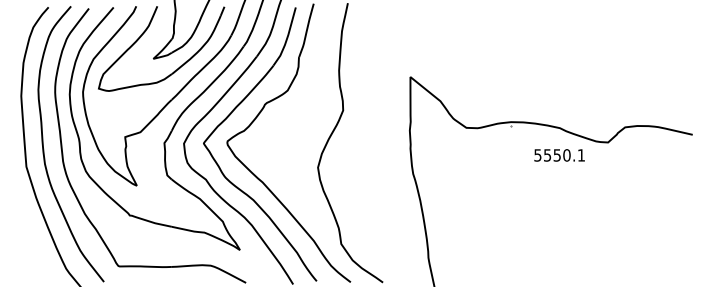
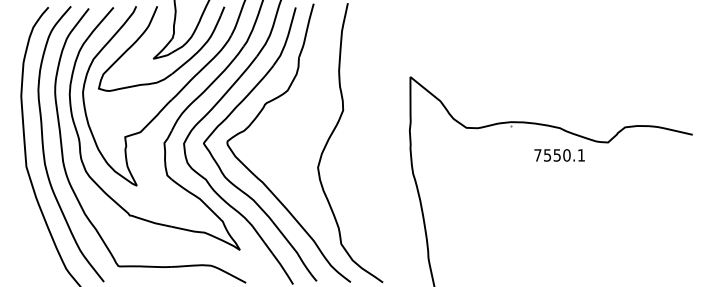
text at (537, 155): 5550.1 -> 7550.1
